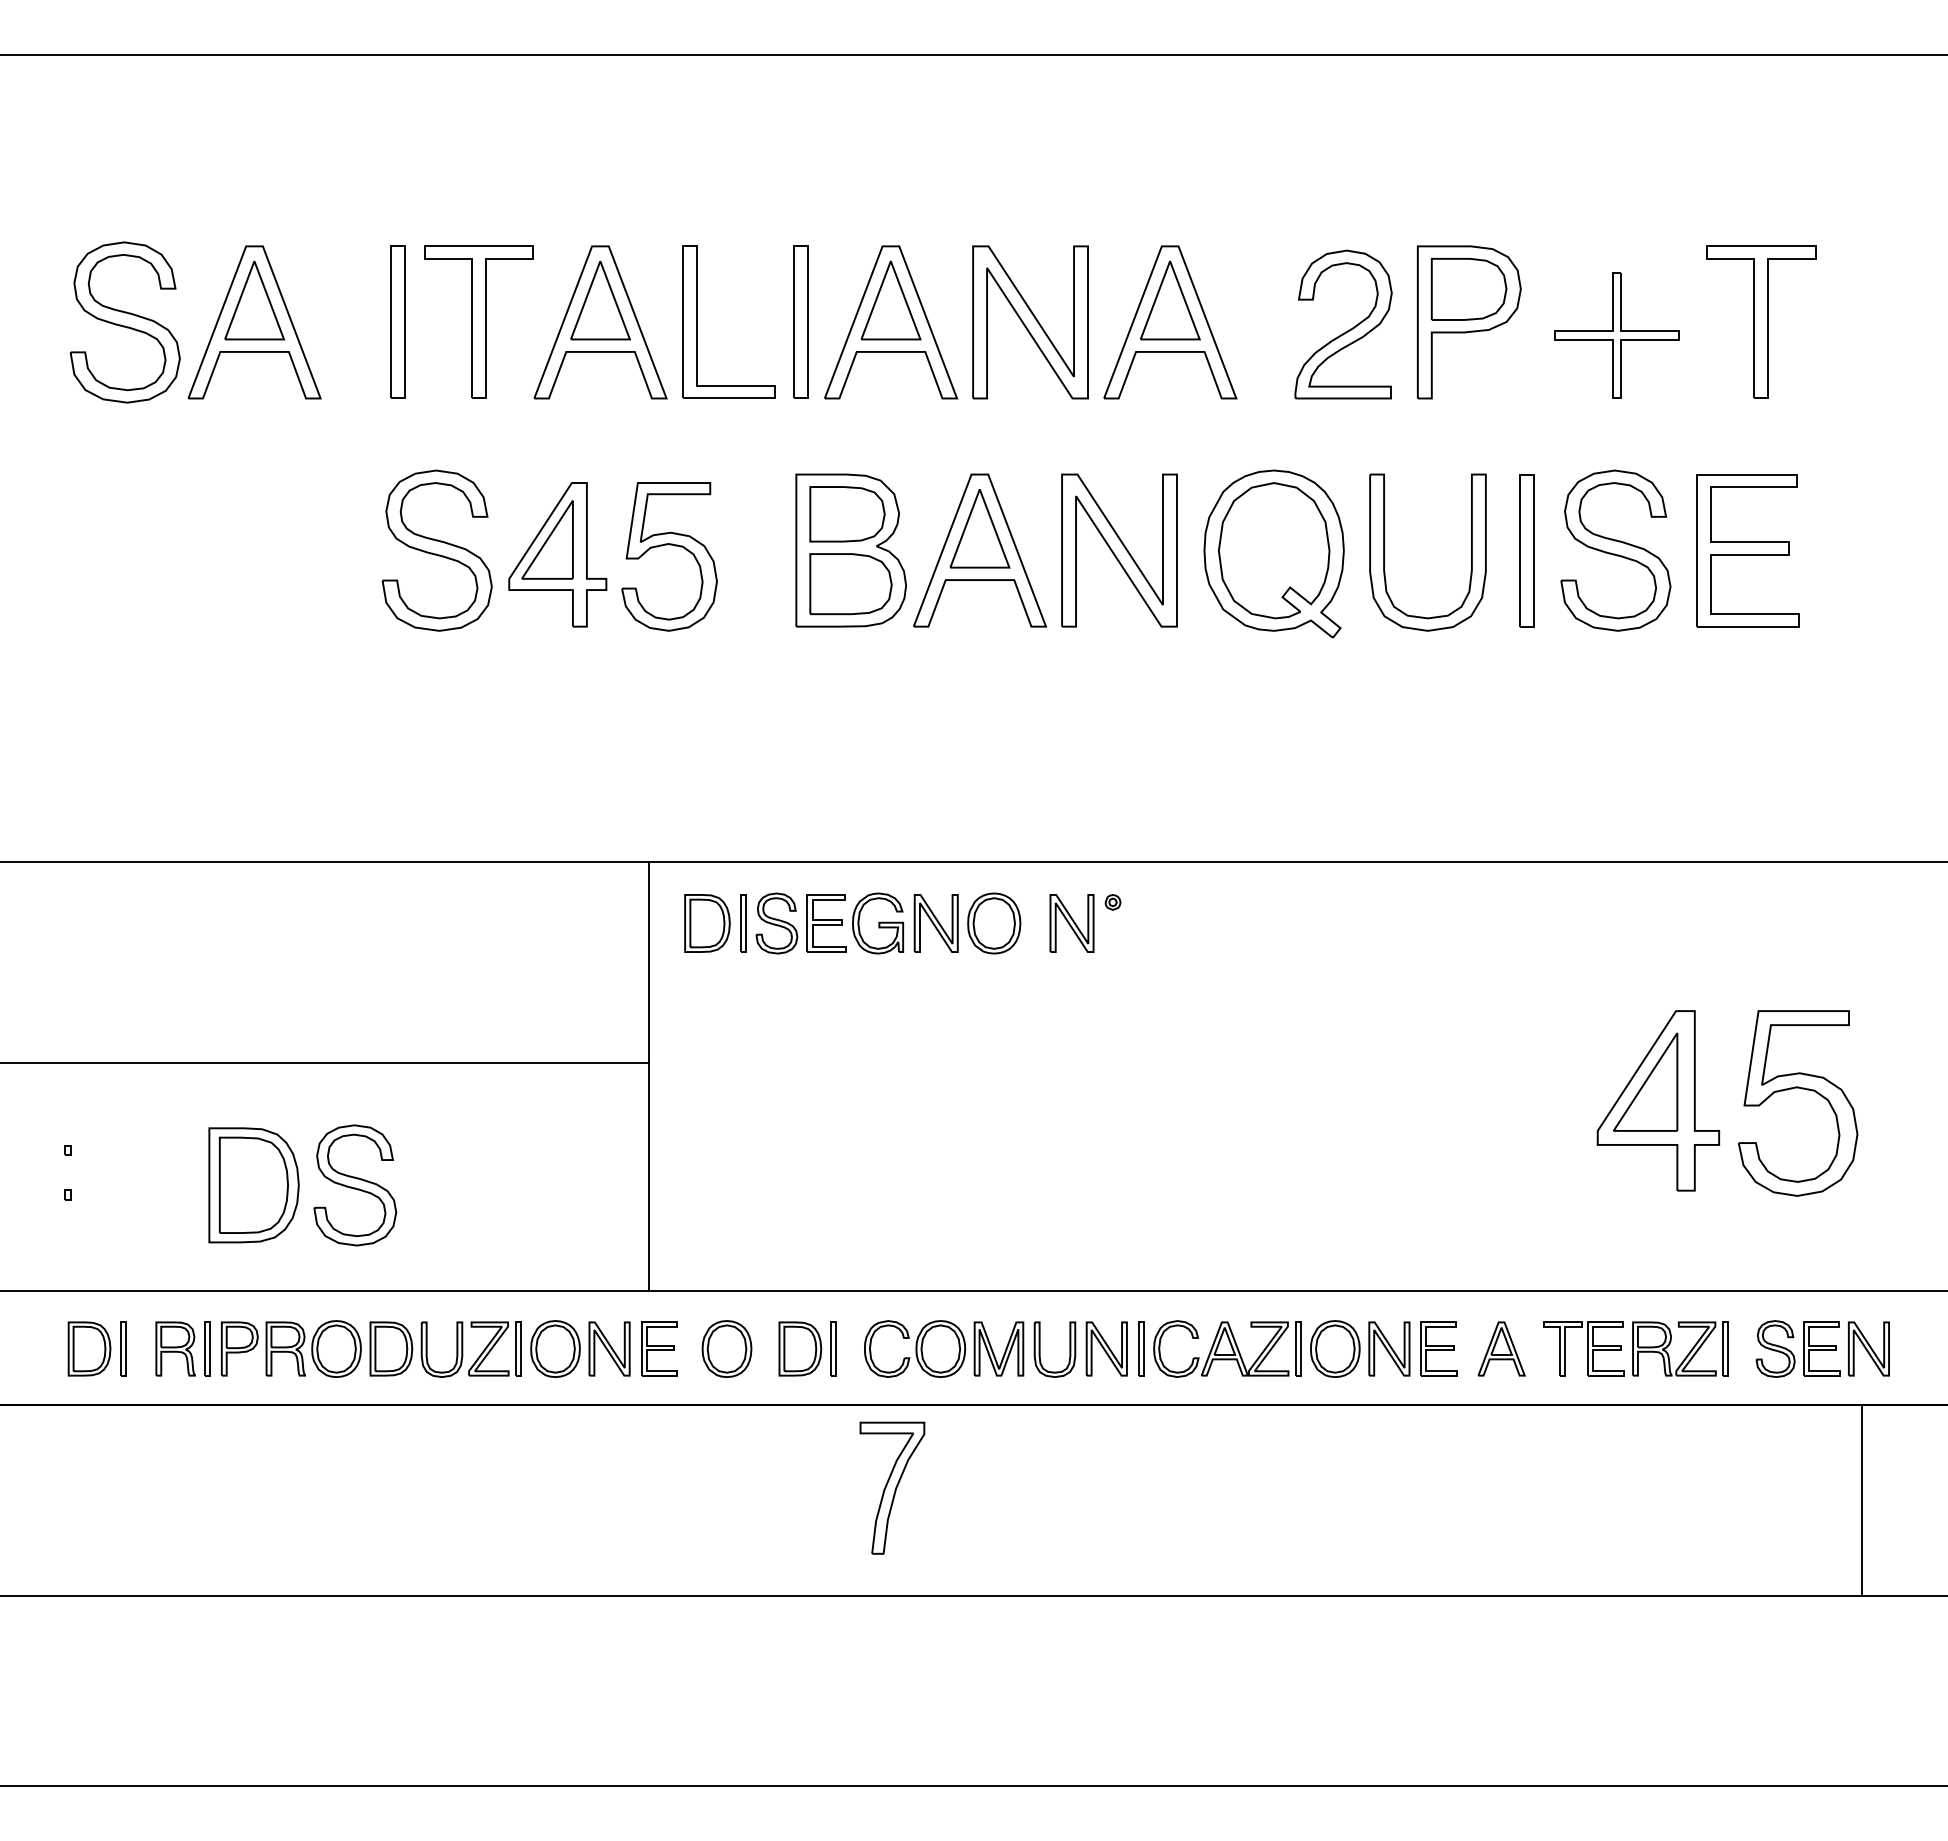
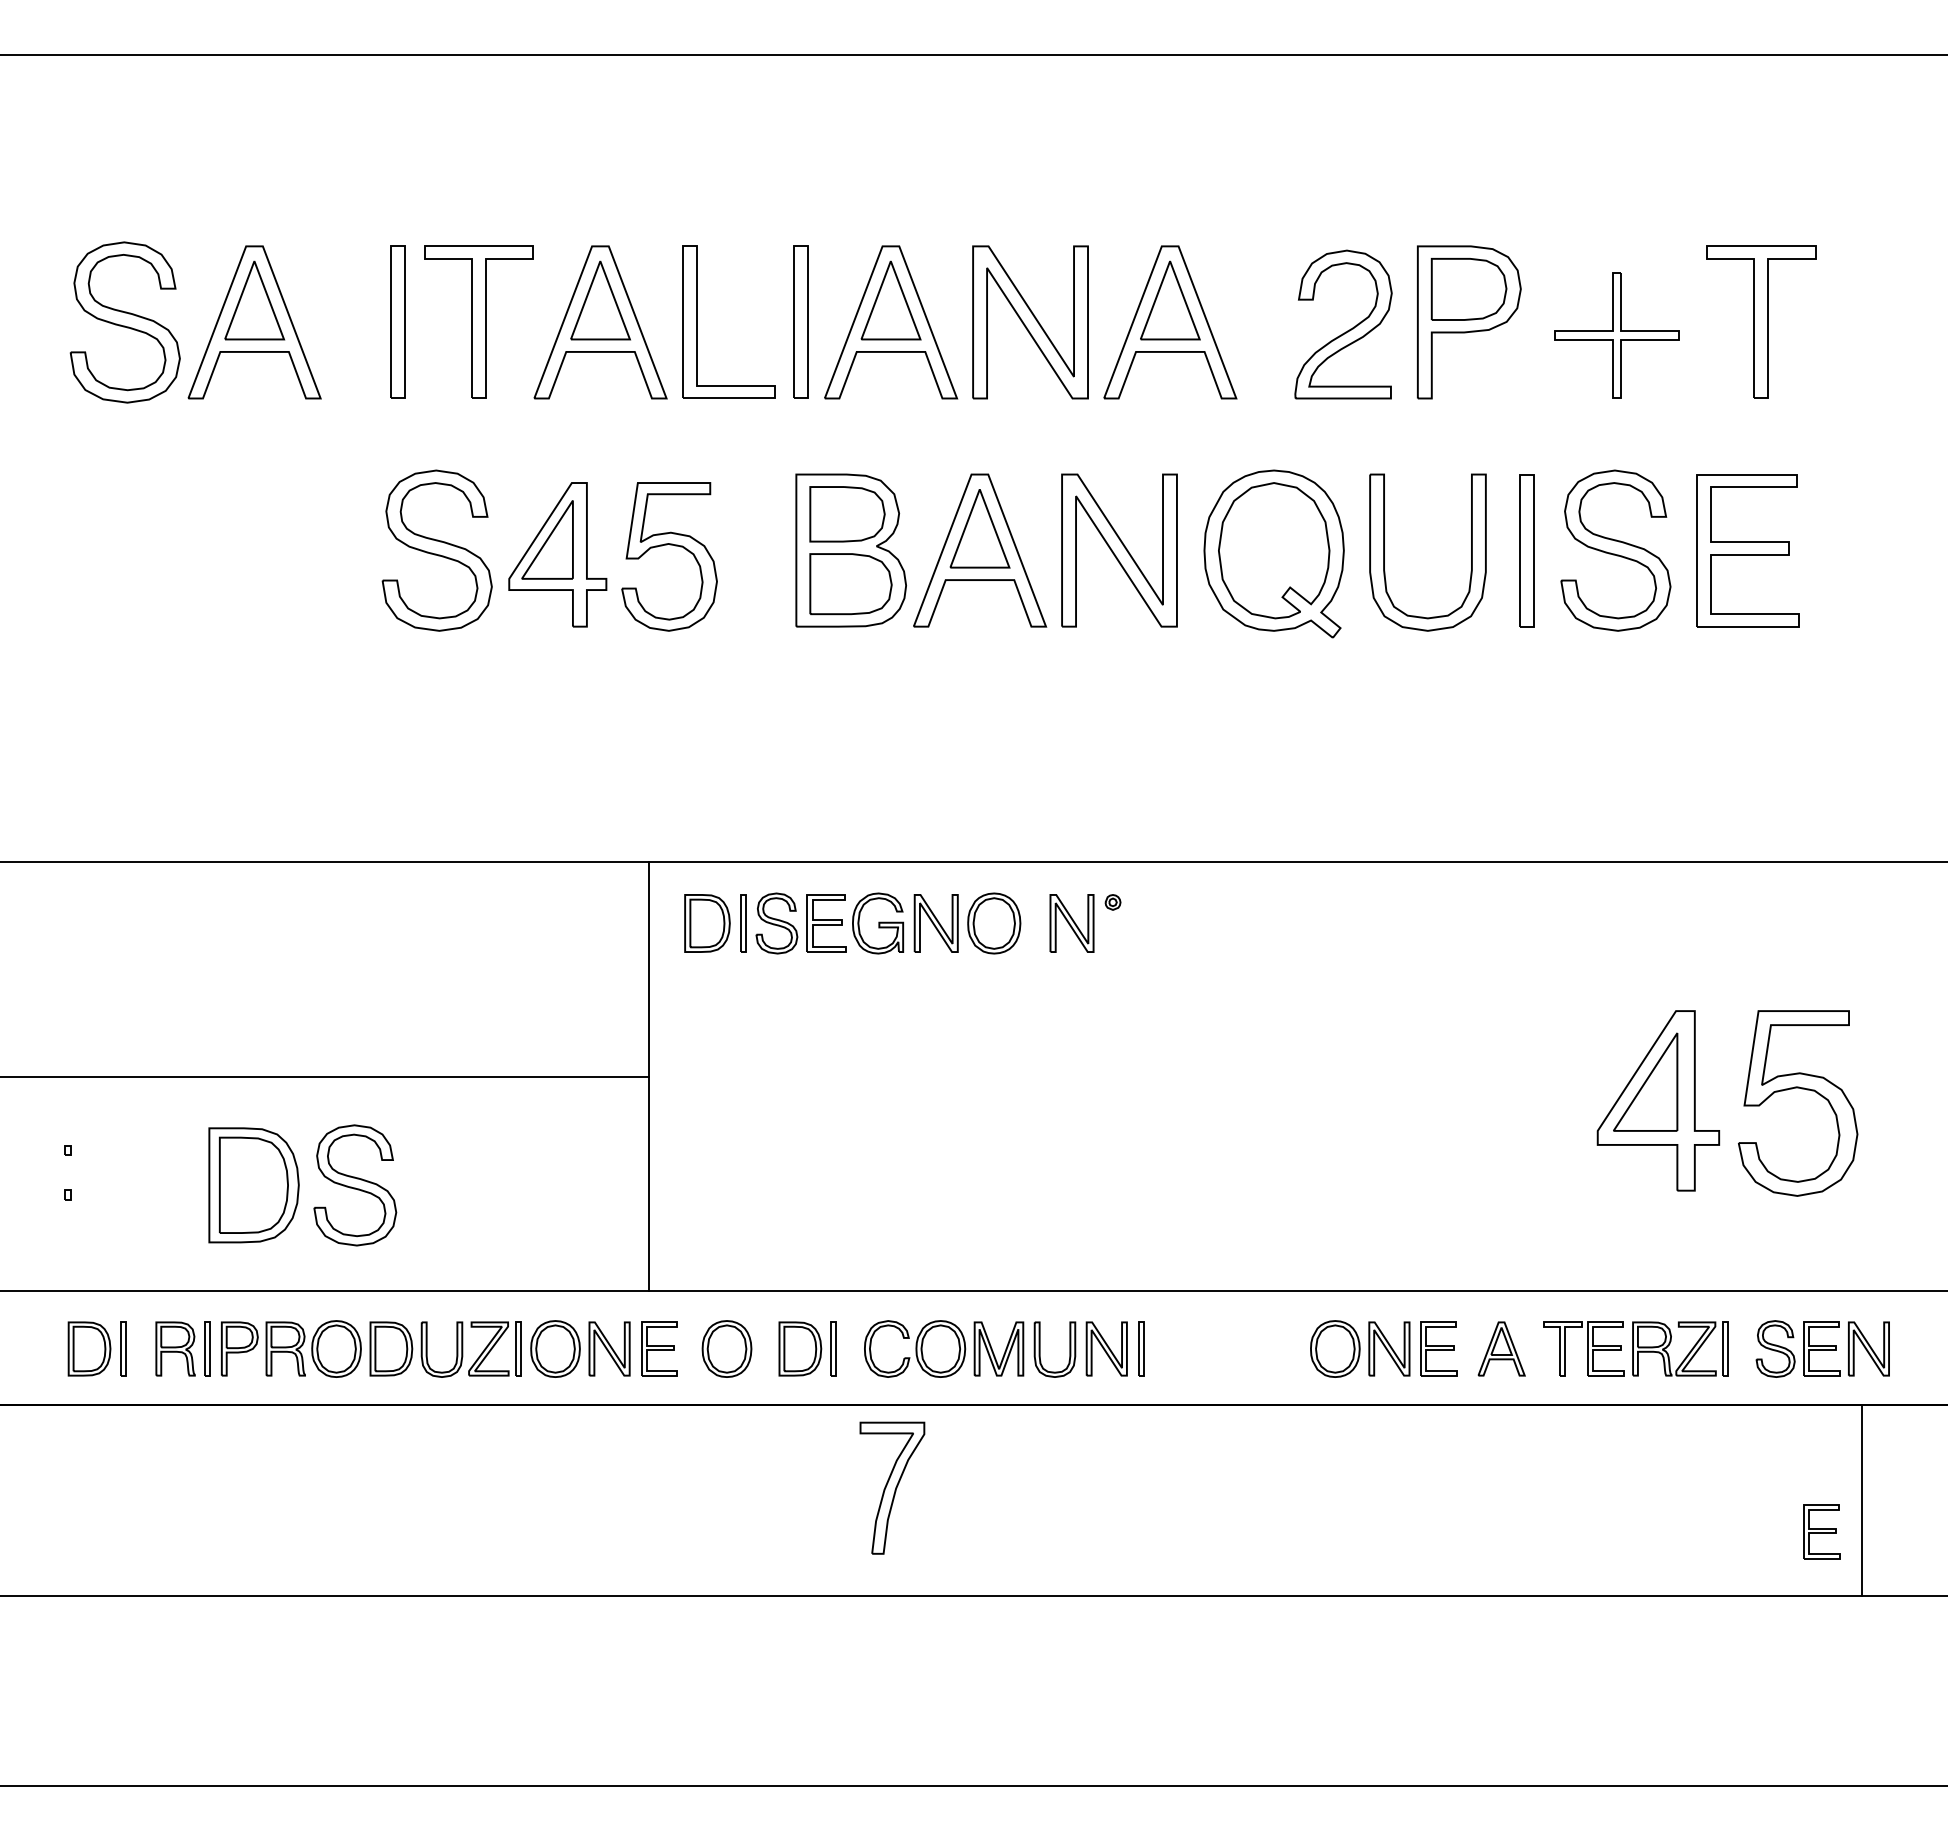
line at (325, 1063) position: (325, 1063) -> (325, 1077)
part at (1227, 1348): present -> none
part at (1821, 1531): none -> present
